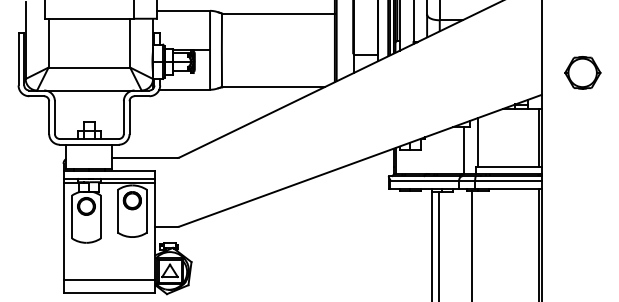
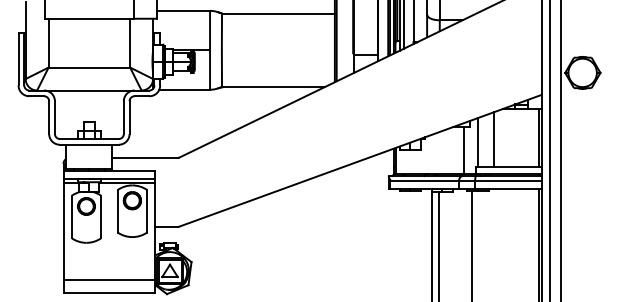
line at (403, 25): none -> present
line at (493, 139): none -> present
line at (549, 150): none -> present
line at (561, 150): none -> present
